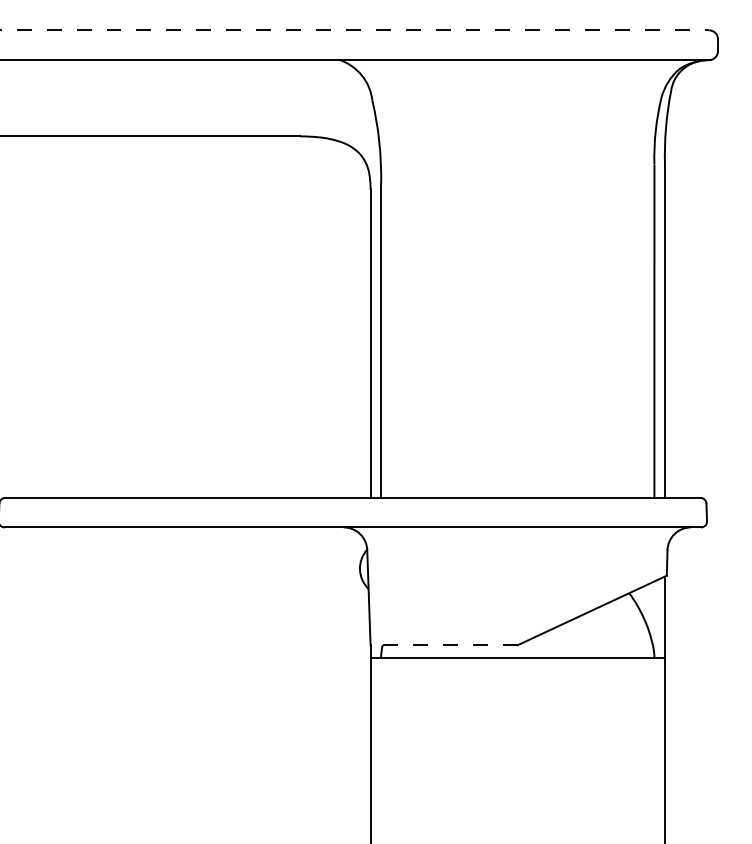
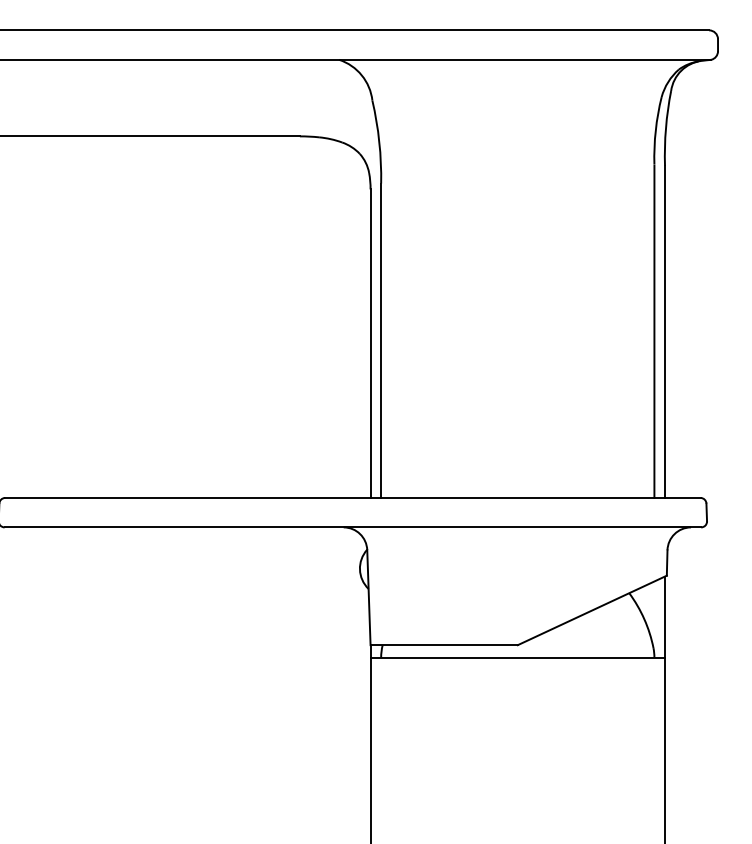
line at (355, 30): dashed -> solid
line at (444, 645): dashed -> solid
